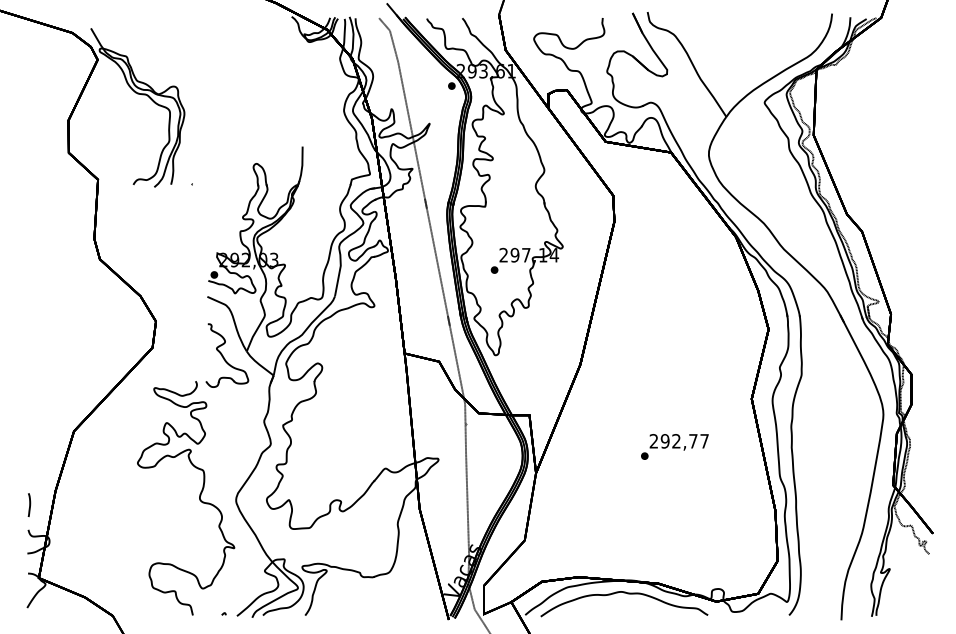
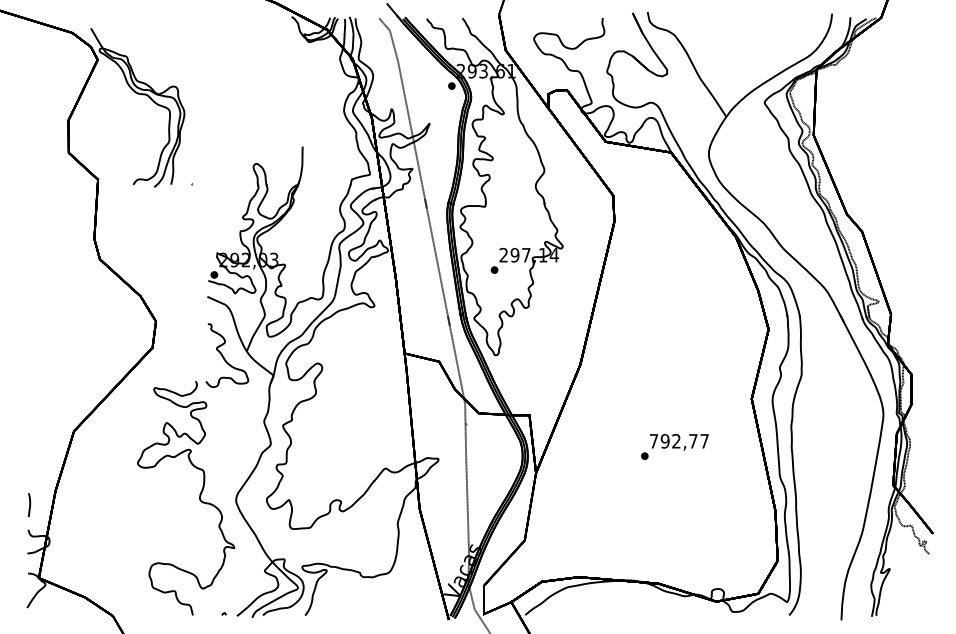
text at (653, 441): 292,77 -> 792,77
part at (627, 594): present -> none
